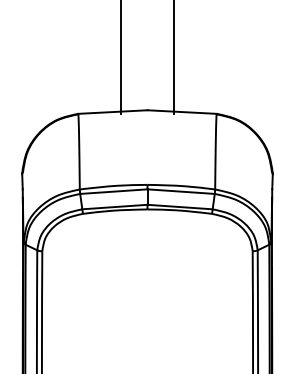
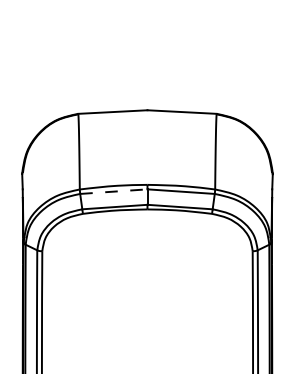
line at (121, 58): present -> none
line at (173, 58): present -> none
line at (113, 191): solid -> dashed
